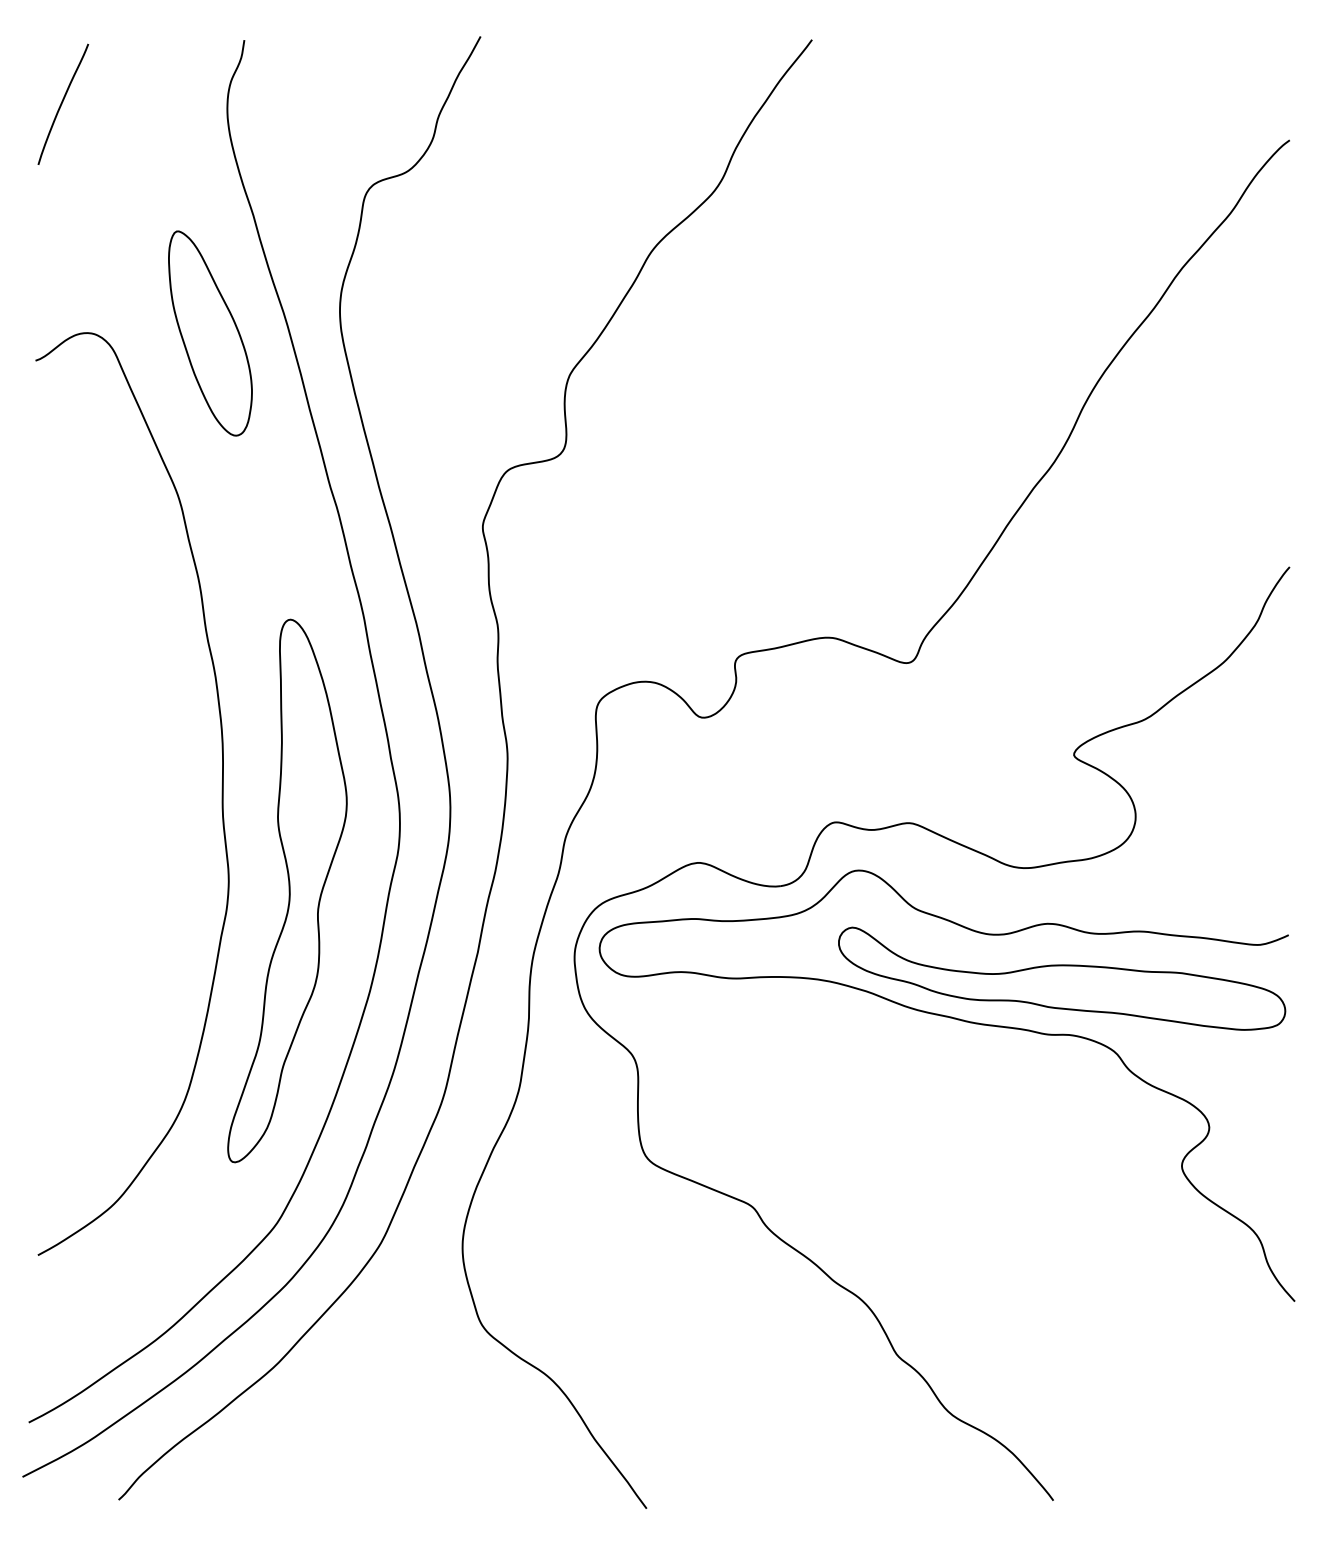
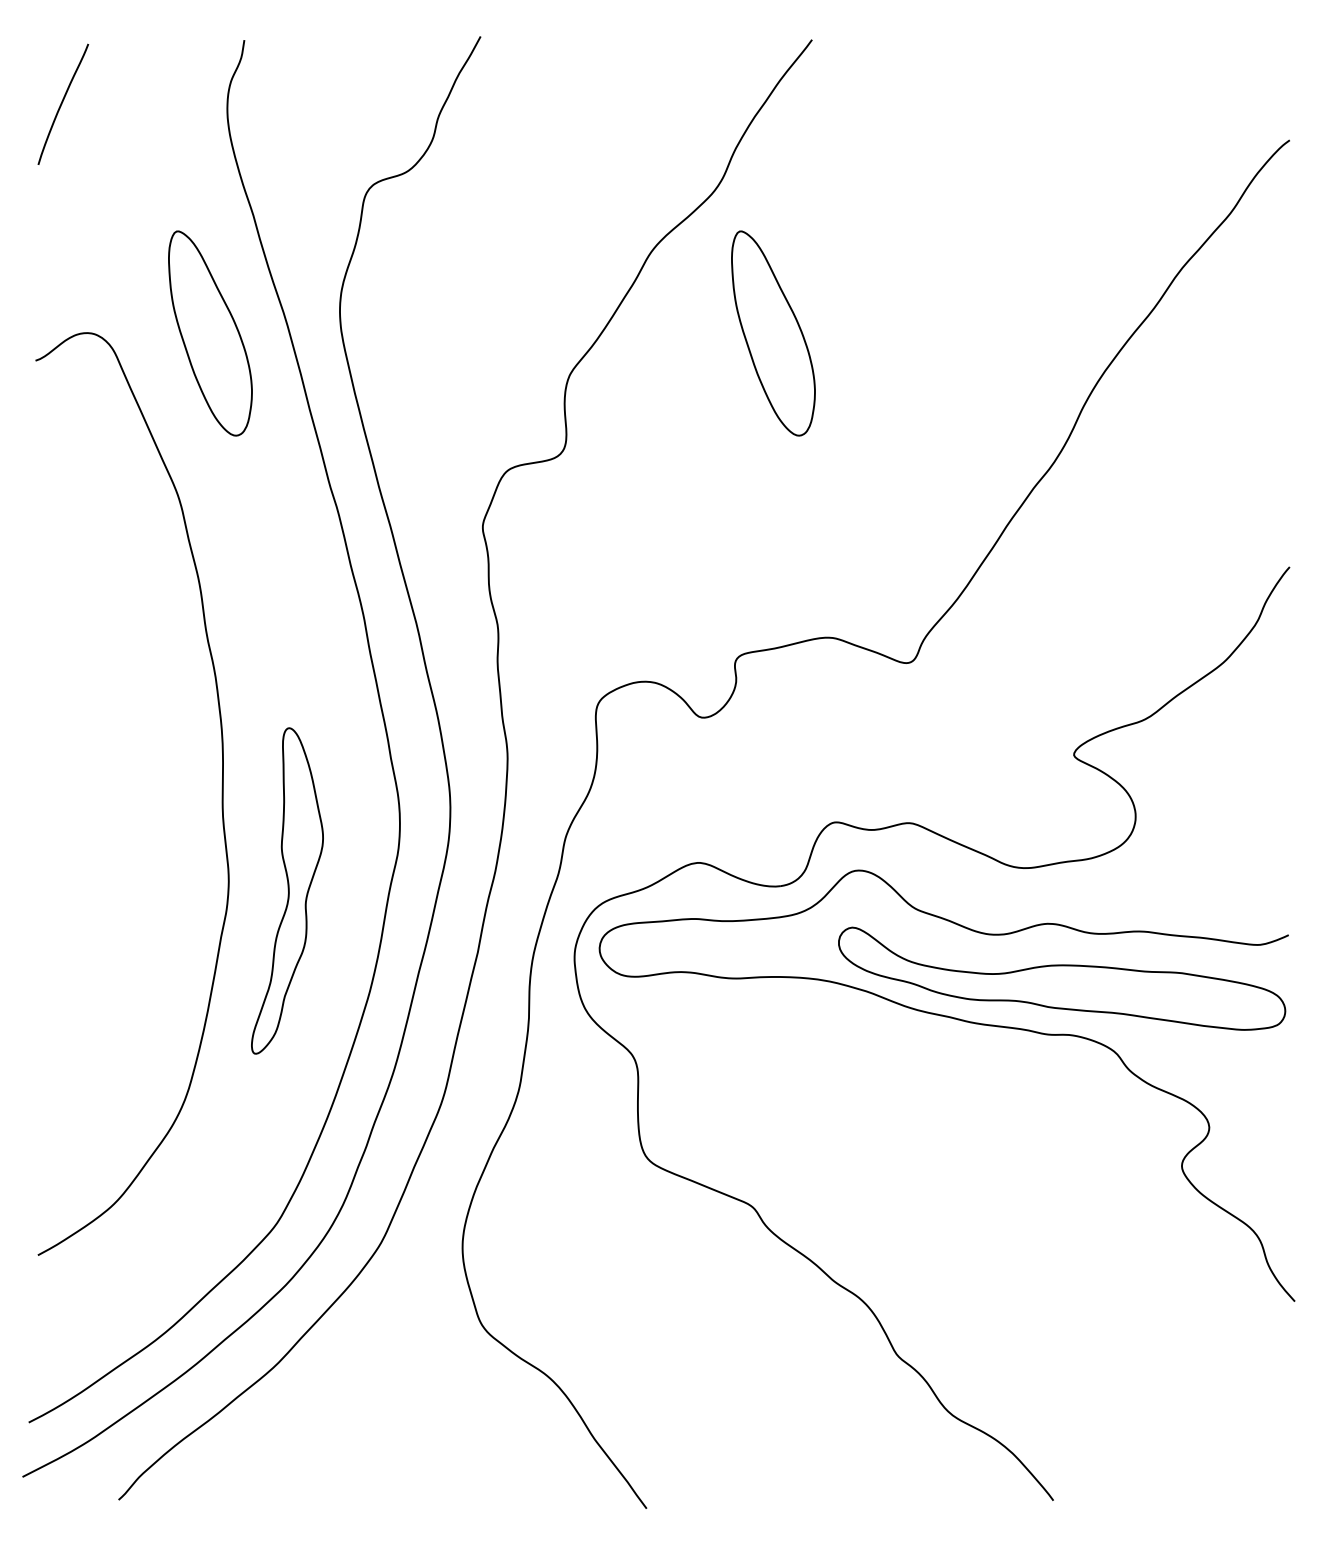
part at (773, 333): none -> present
part at (287, 890) size: 121x546 px -> 73x328 px
